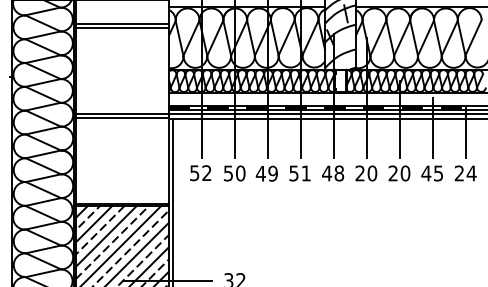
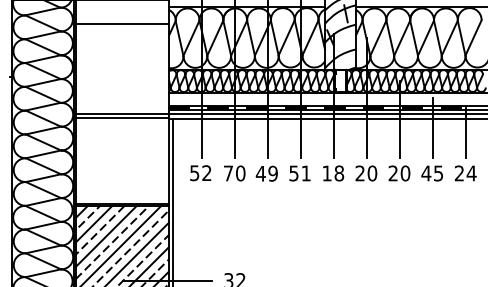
line at (122, 28): present -> none
text at (228, 173): 50 -> 70
text at (327, 173): 48 -> 18
